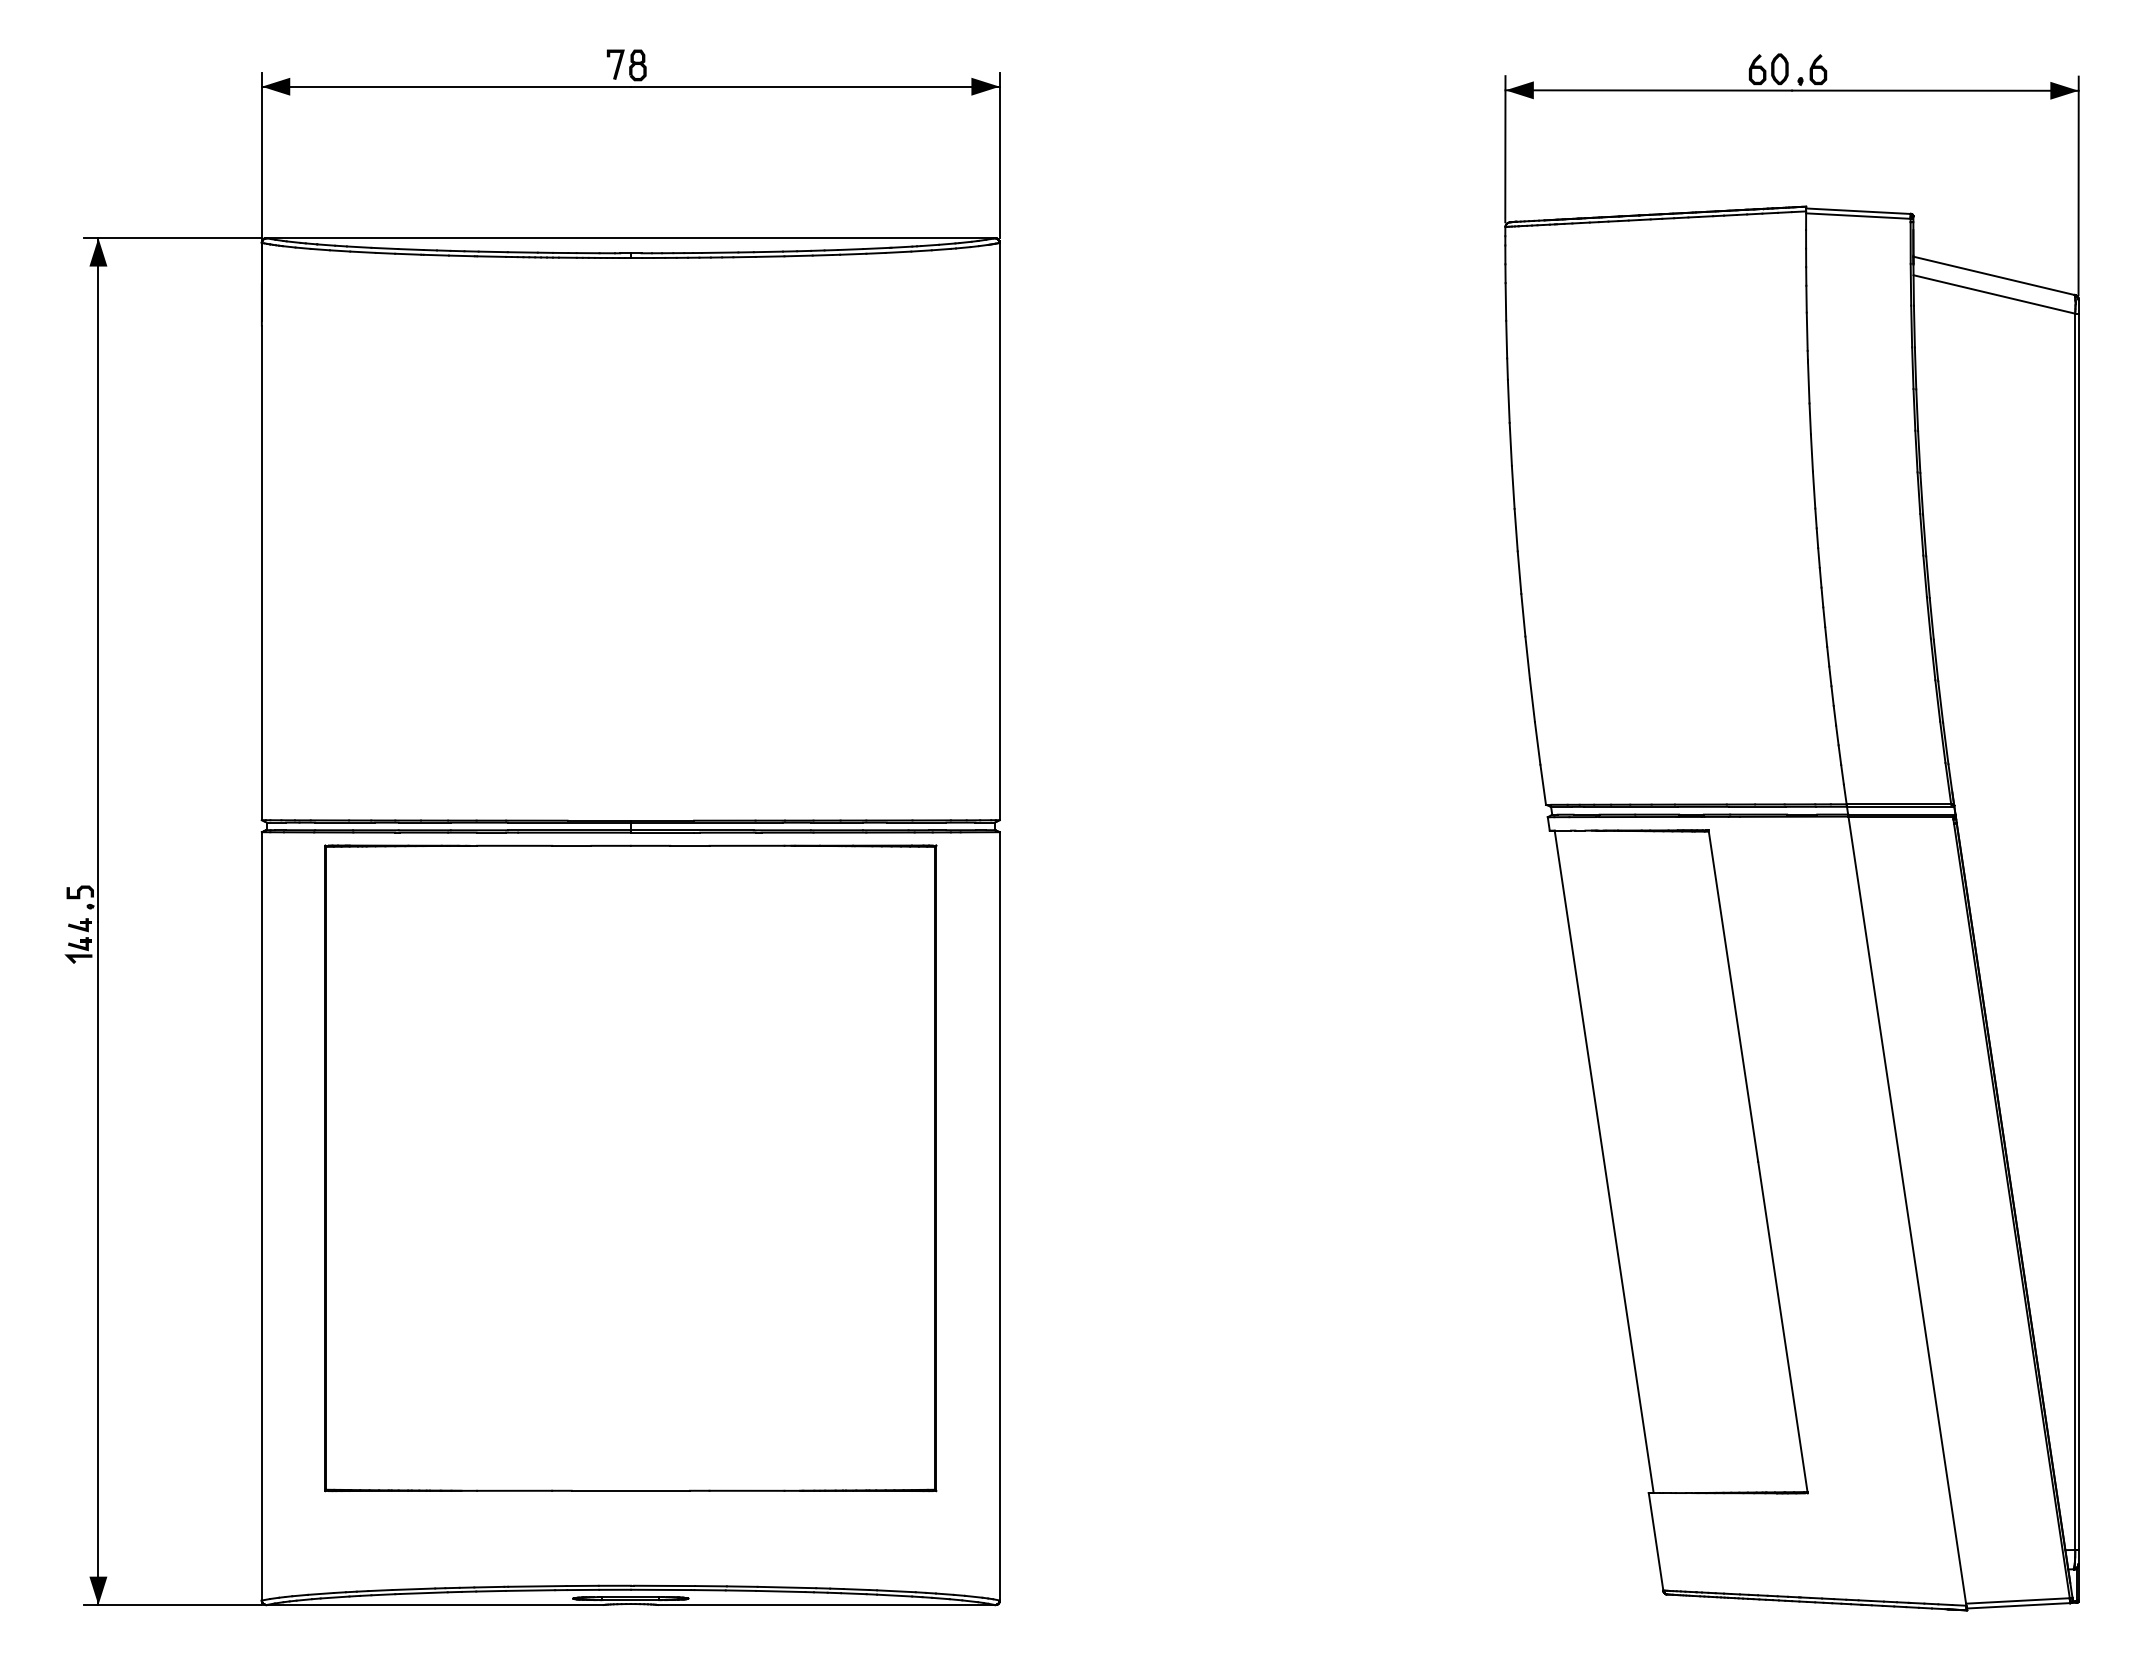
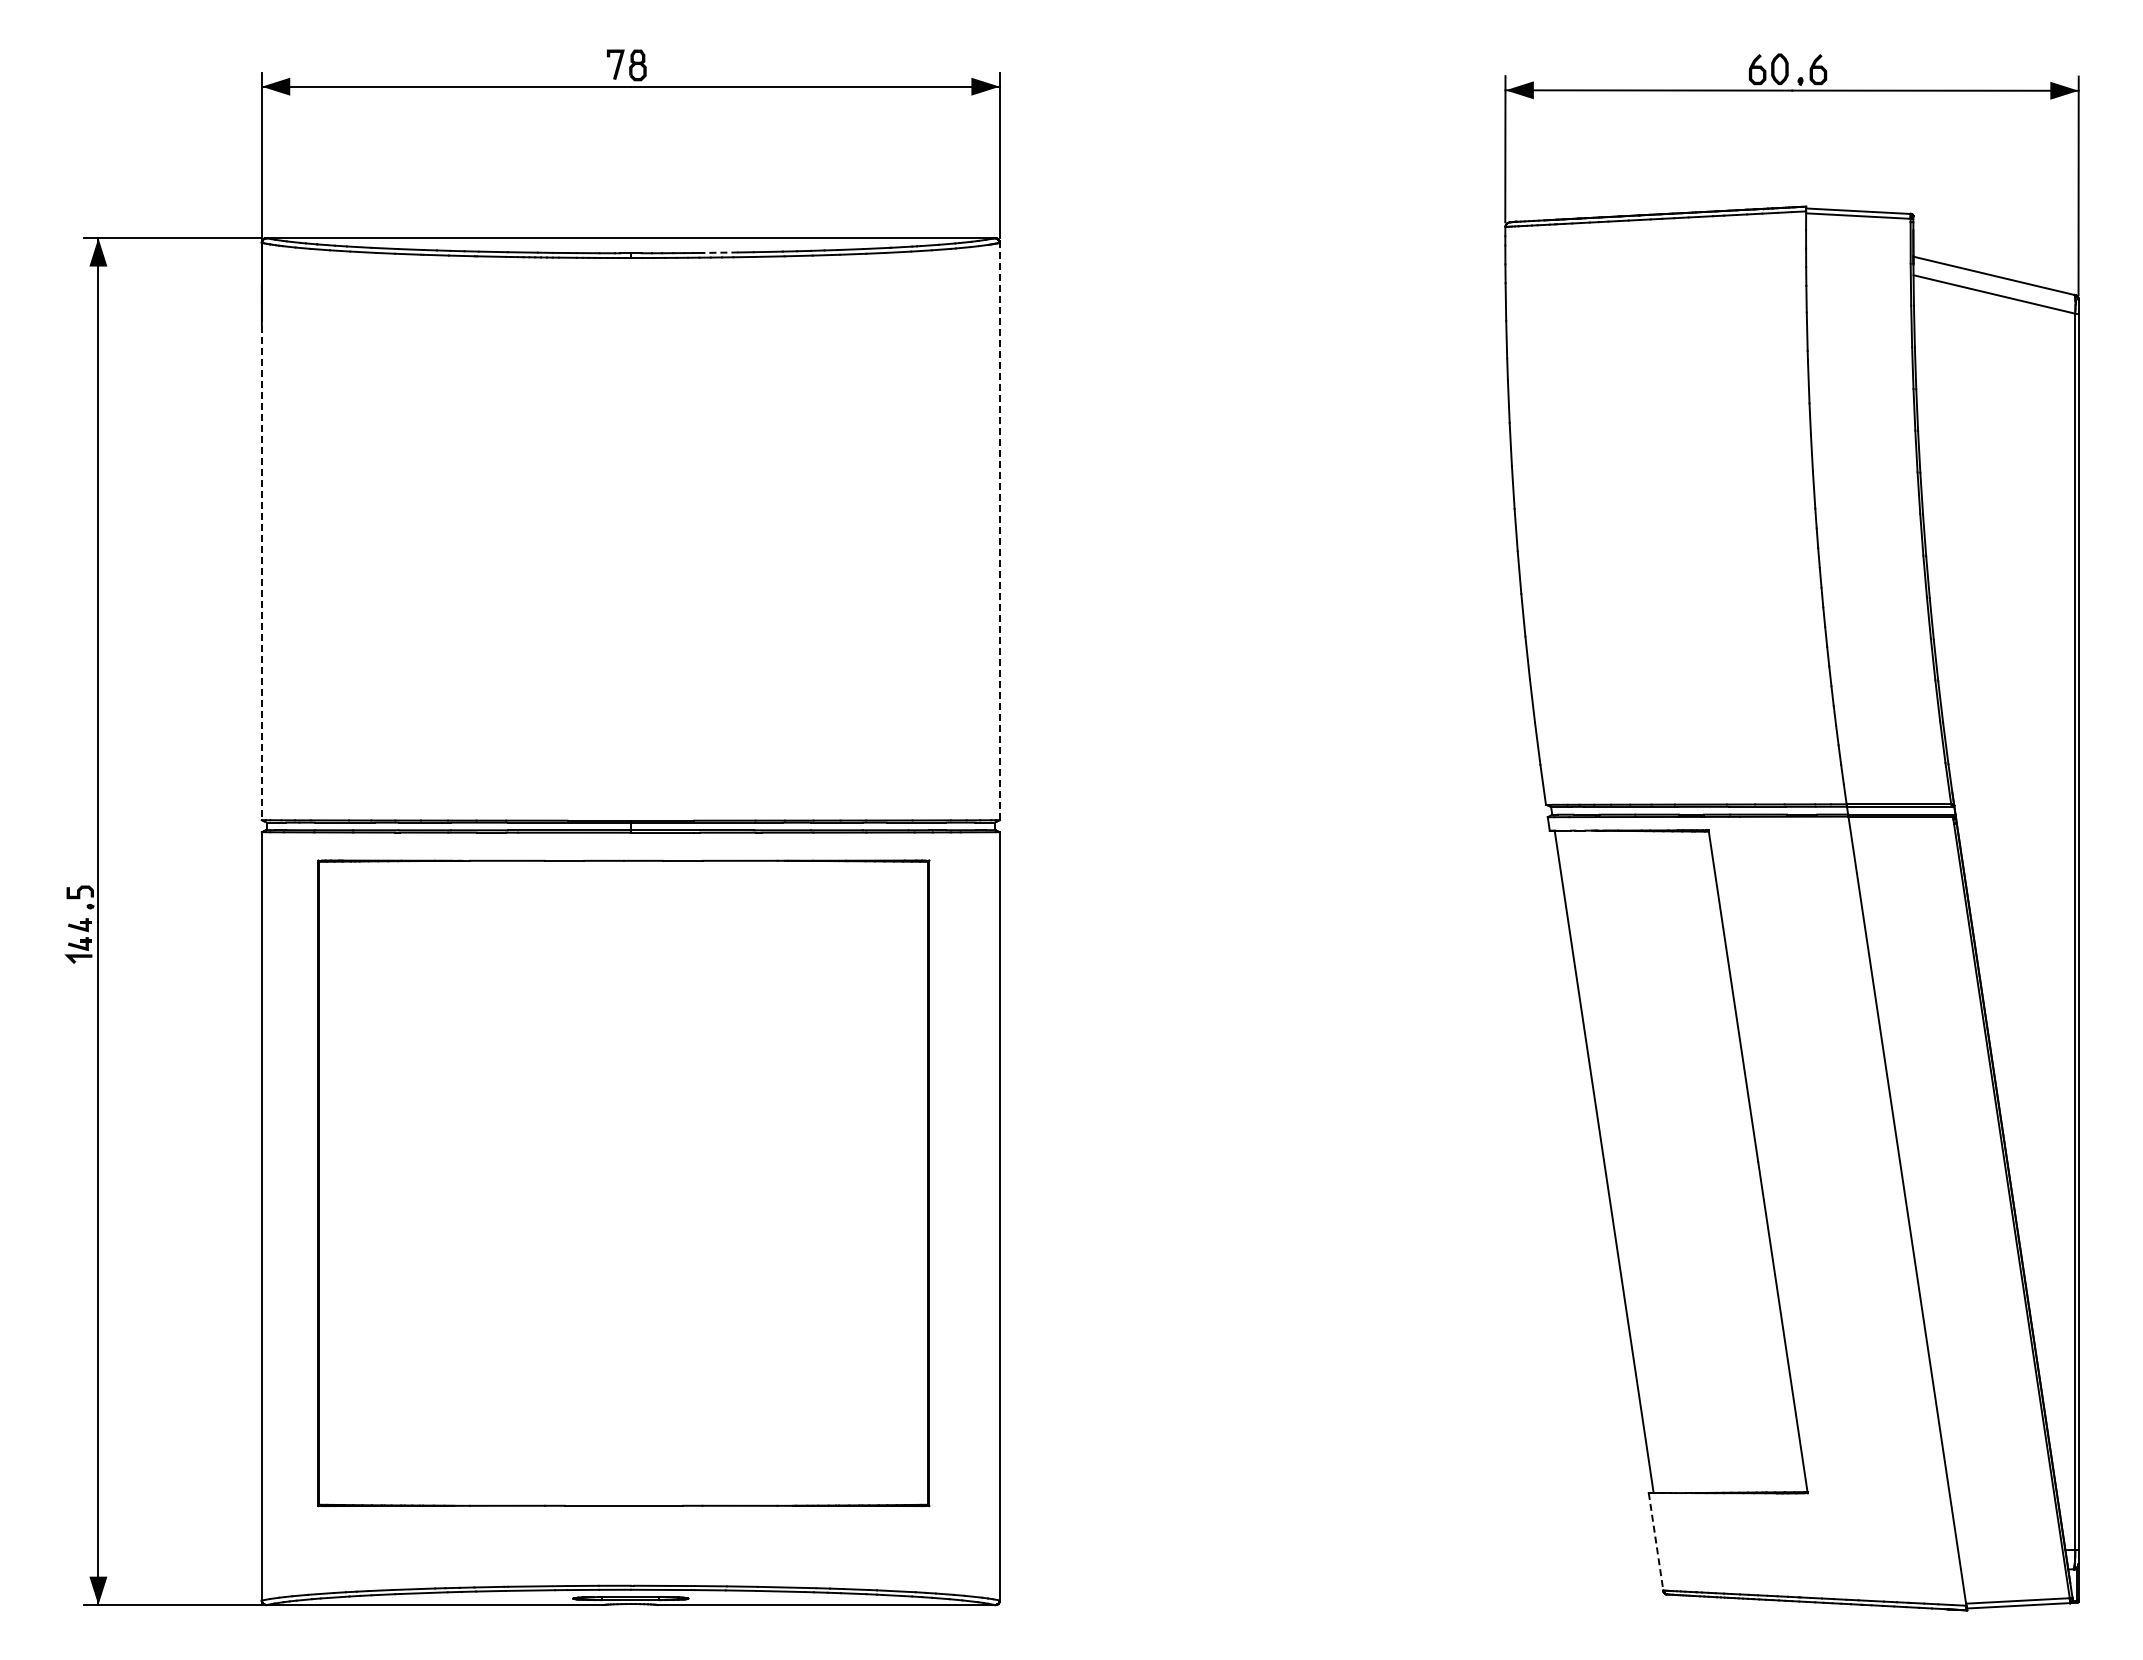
line at (719, 252): solid -> dashed
line at (999, 531): solid -> dashed
line at (261, 573): solid -> dashed
part at (630, 1168) position: (630, 1168) -> (623, 1183)
line at (1656, 1542): solid -> dashed
